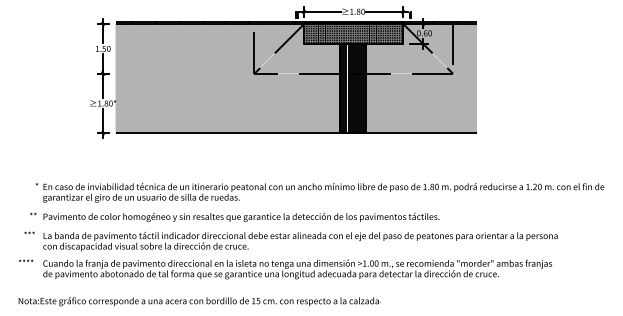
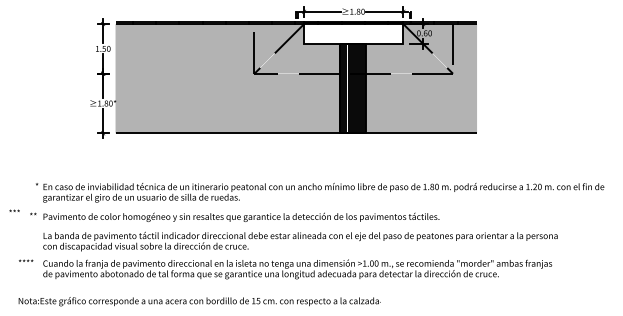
hatch at (353, 33): present -> none
text at (29, 232) position: (29, 232) -> (14, 210)
